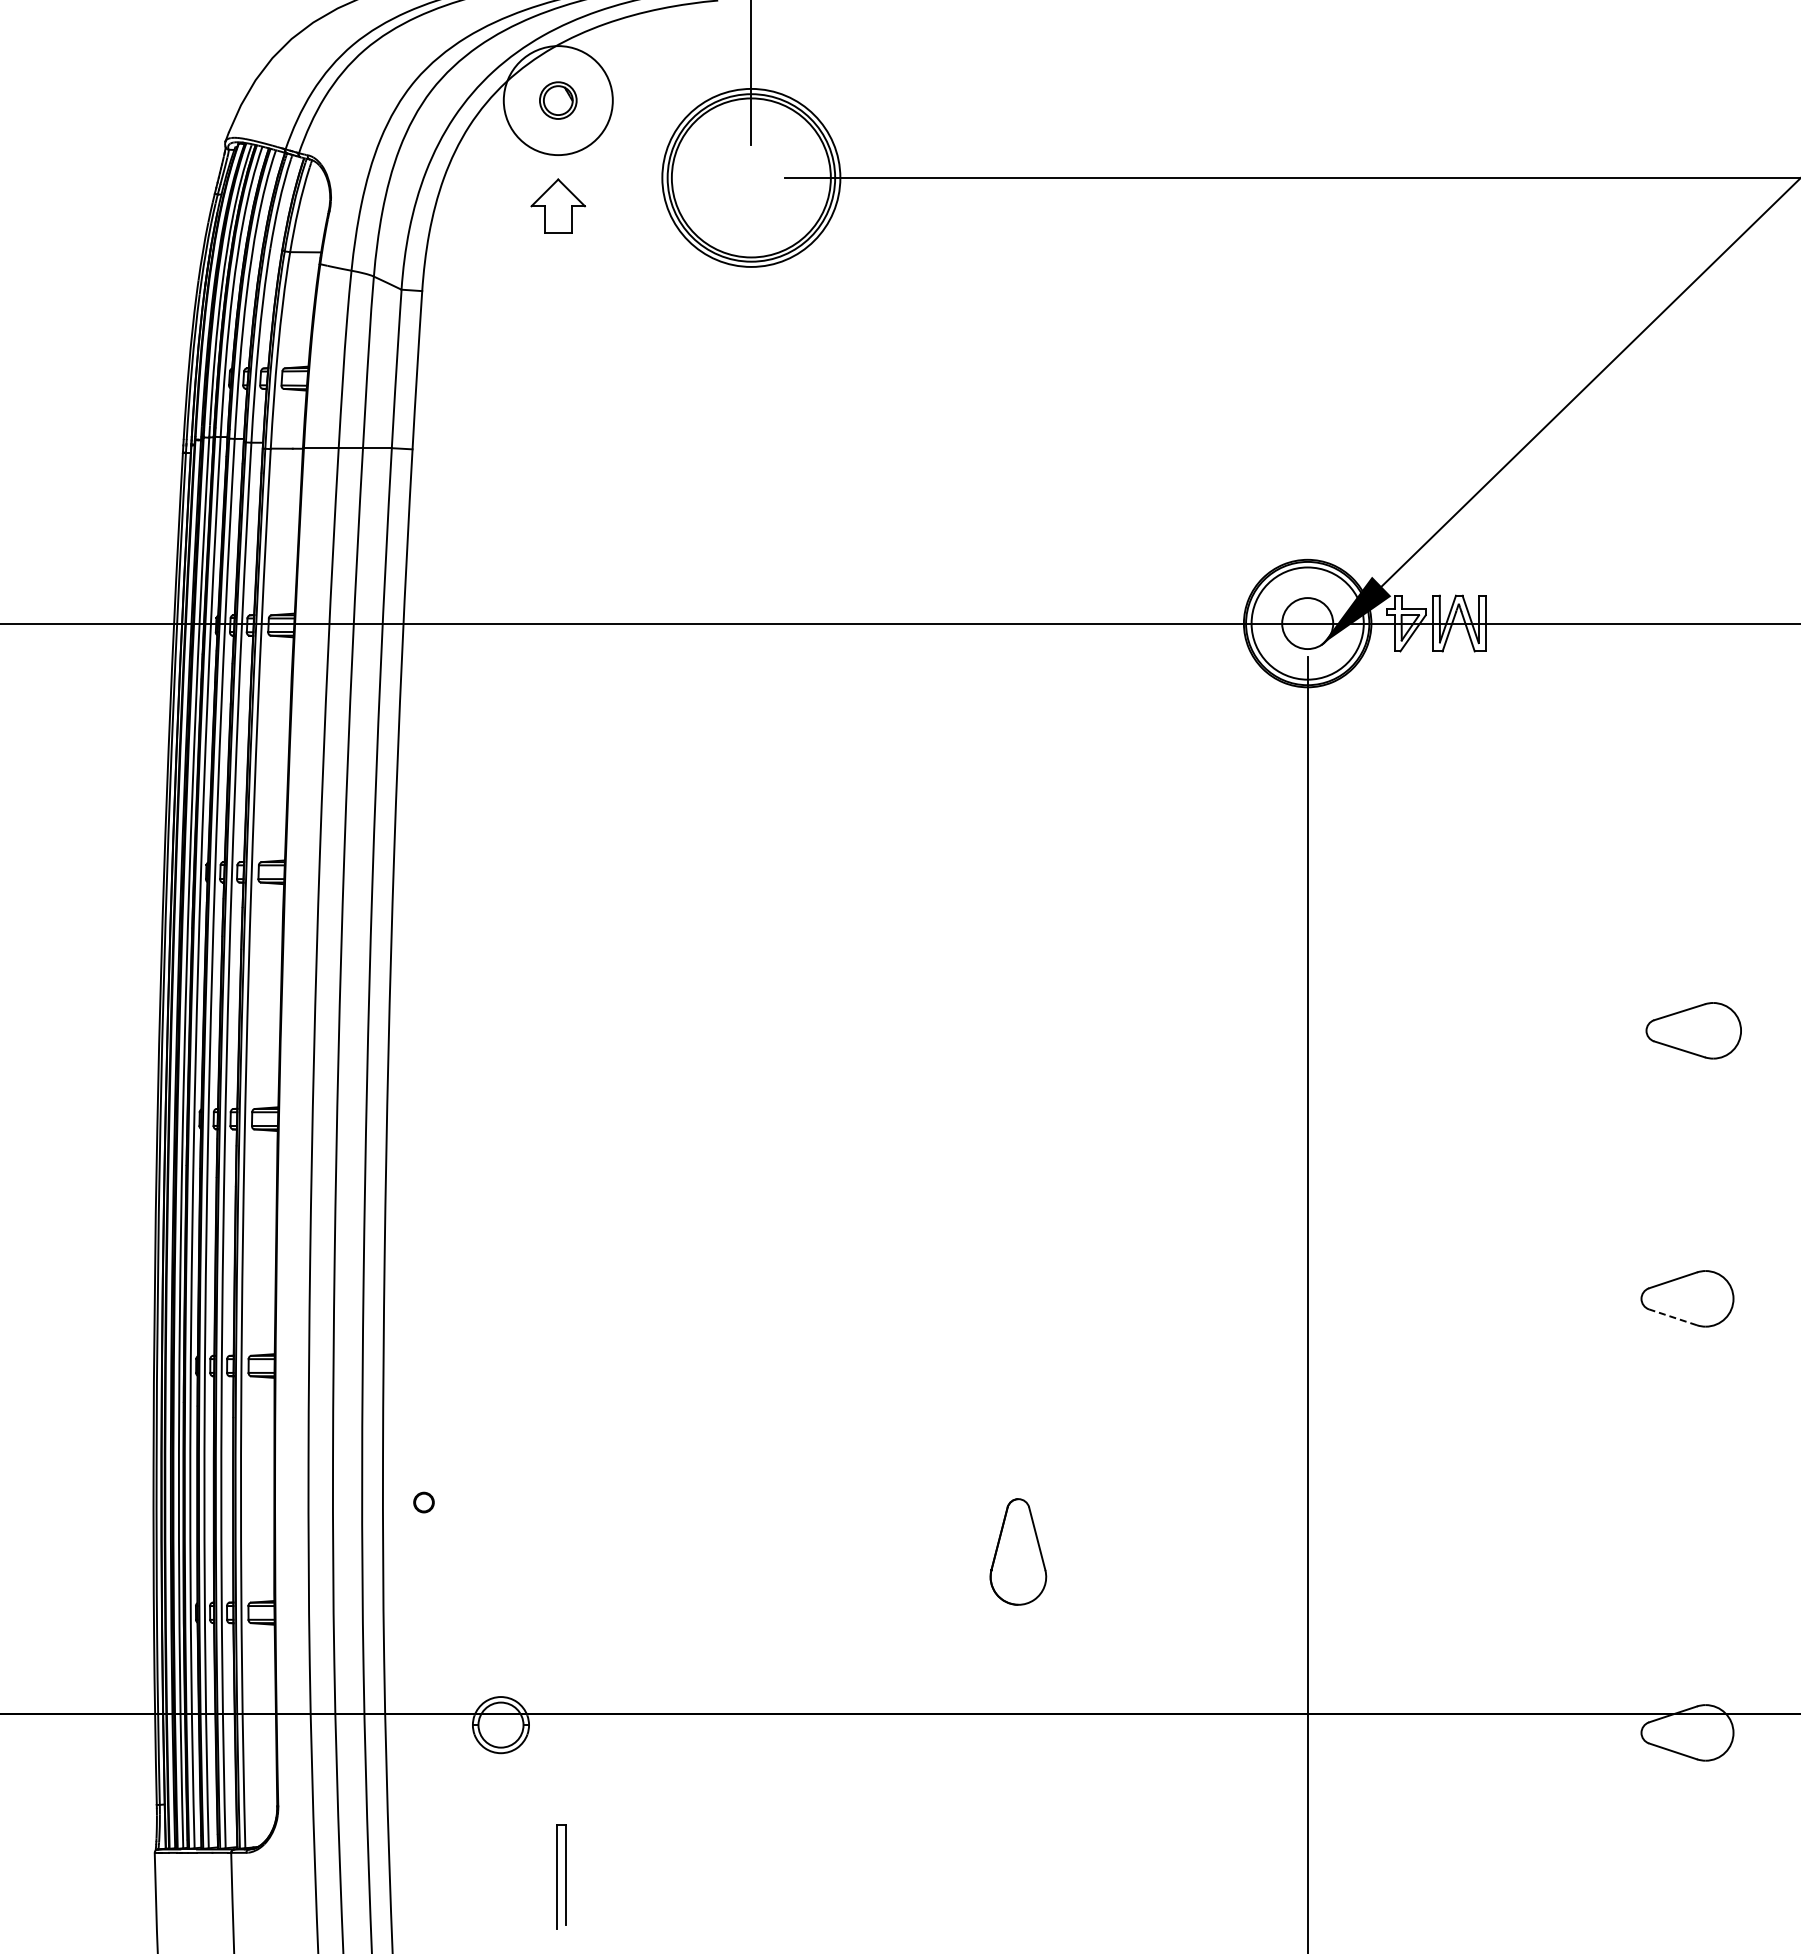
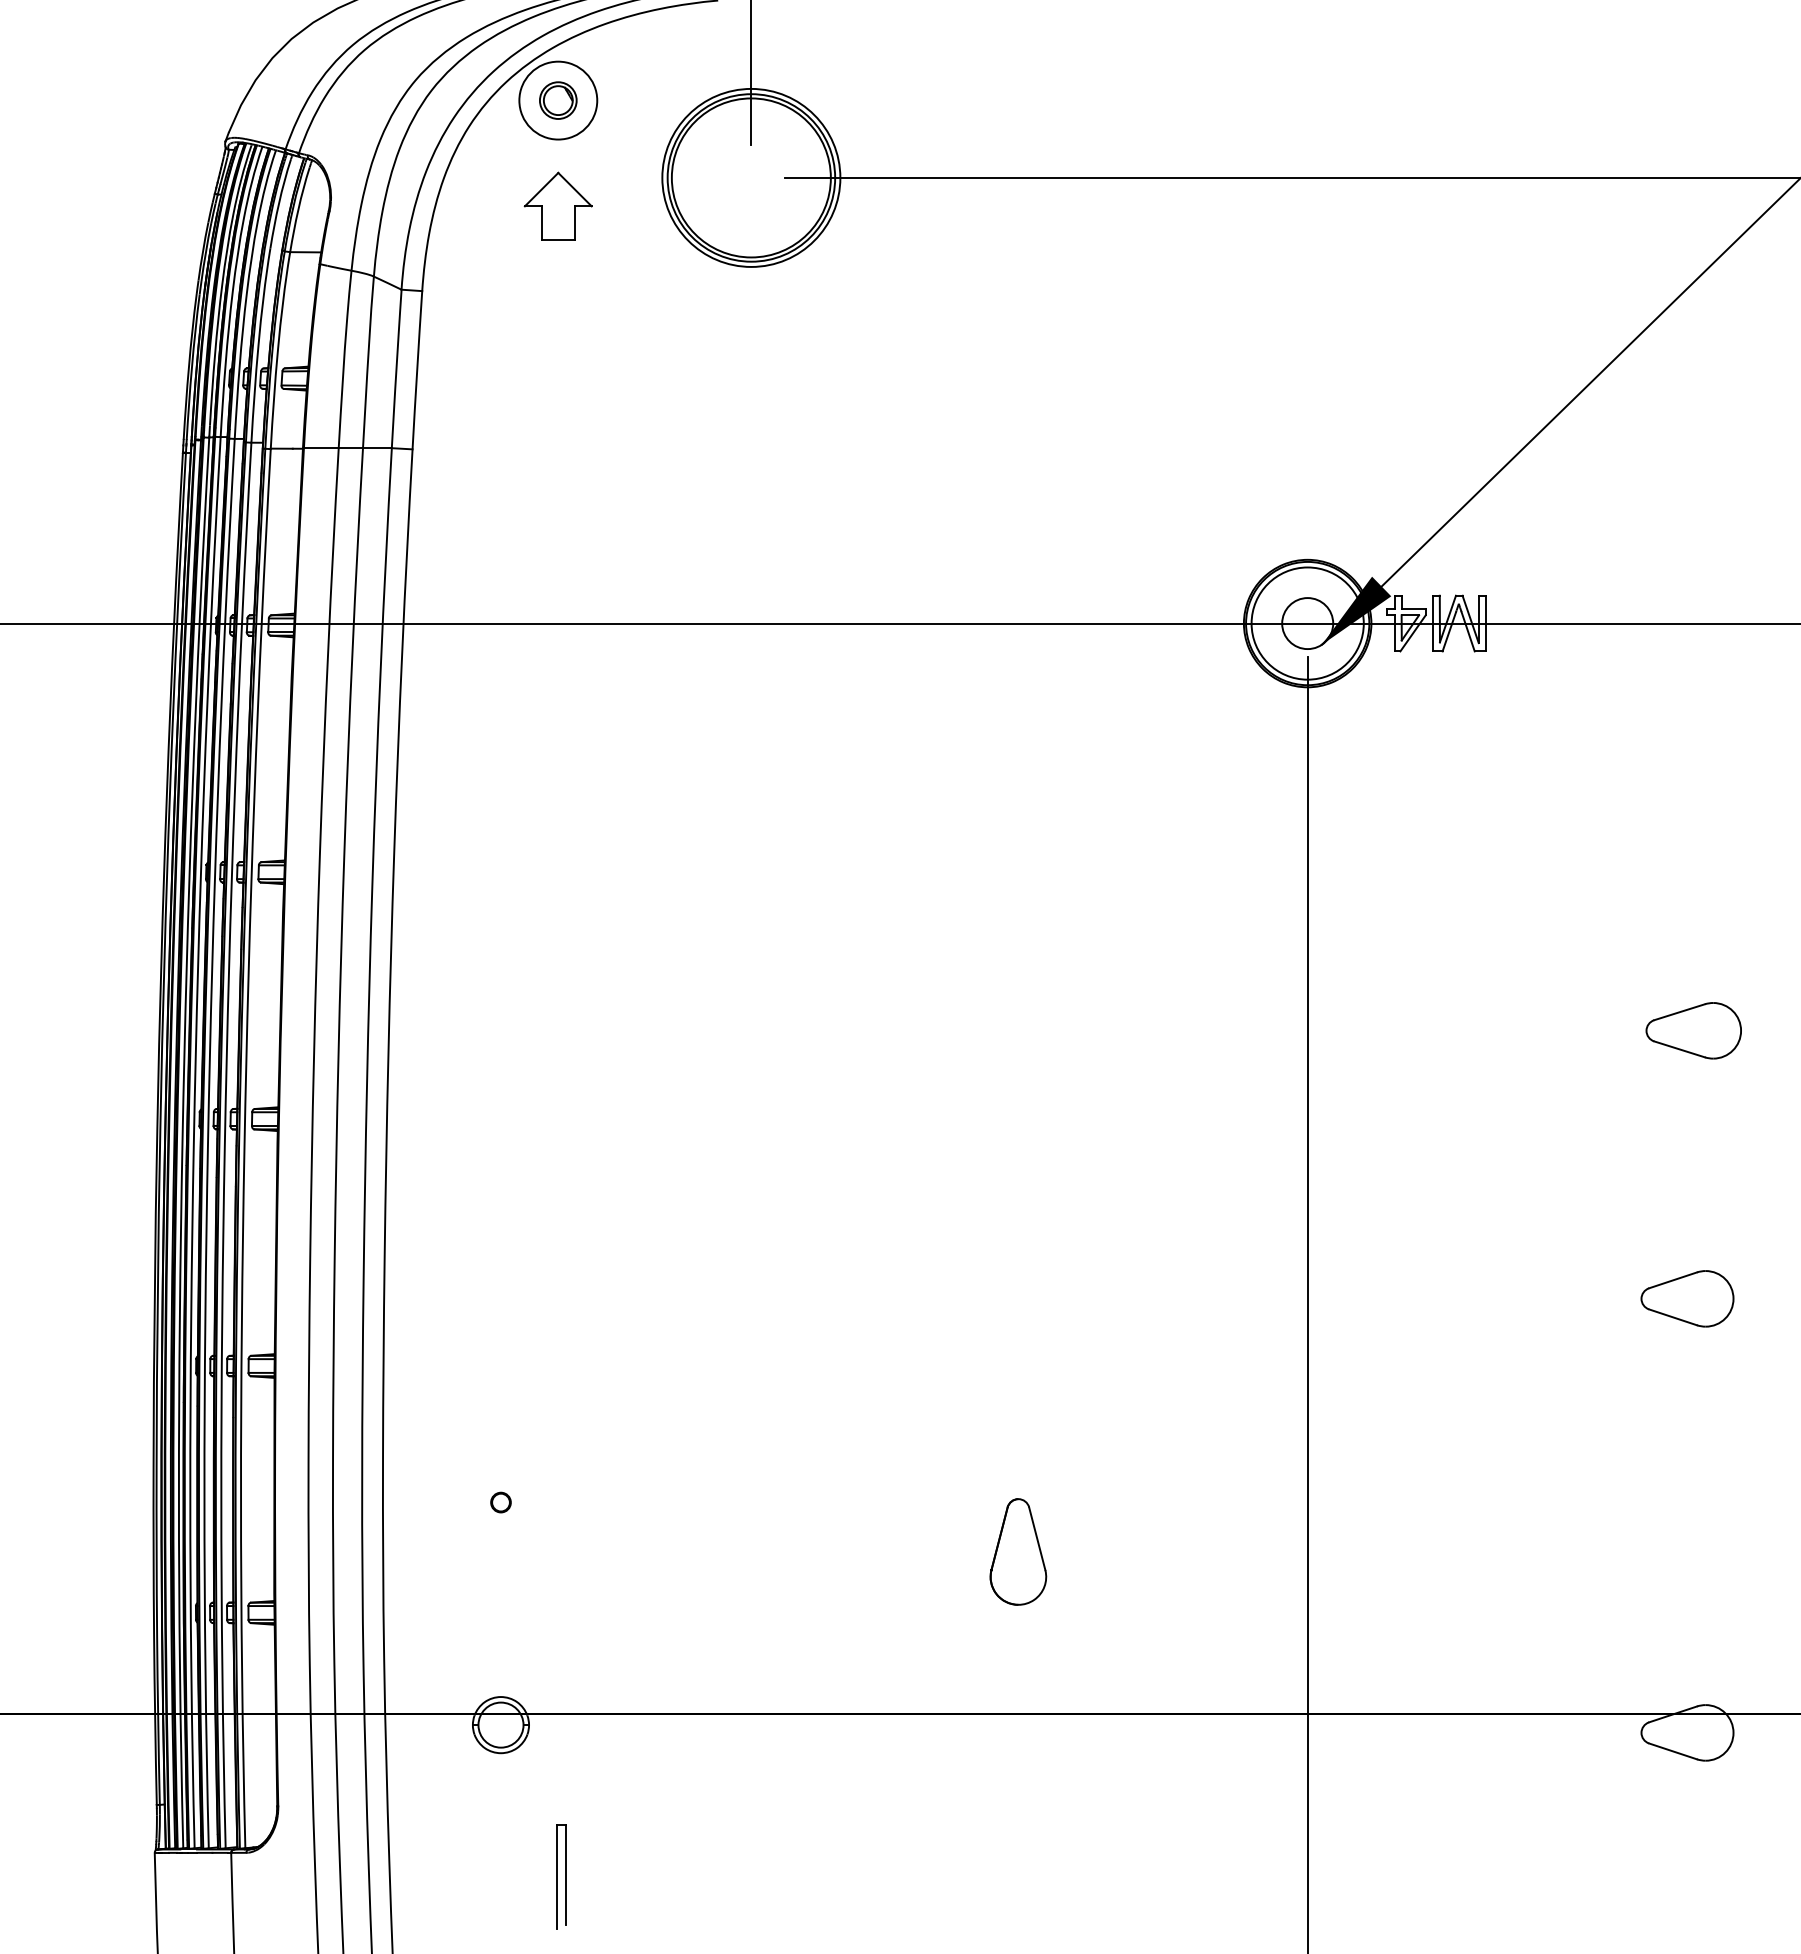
circle at (557, 100) diameter: 109 px -> 78 px
part at (557, 205) size: 56x56 px -> 70x70 px
line at (1672, 1317): dashed -> solid
part at (423, 1502) position: (423, 1502) -> (500, 1502)
